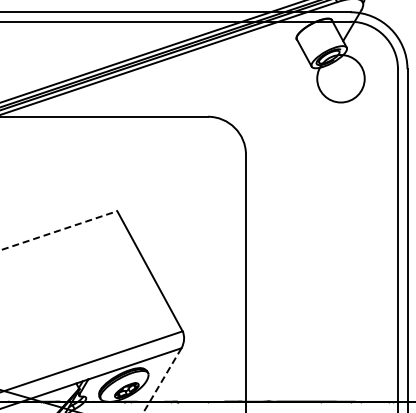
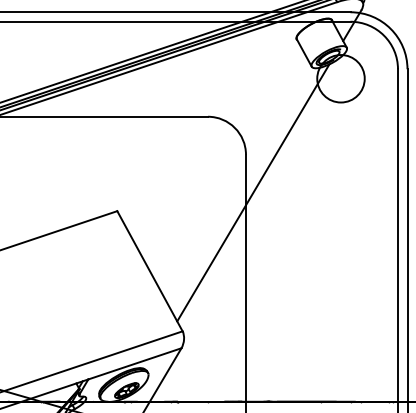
line at (253, 192): none -> present
line at (59, 230): dashed -> solid
line at (162, 380): dashed -> solid
